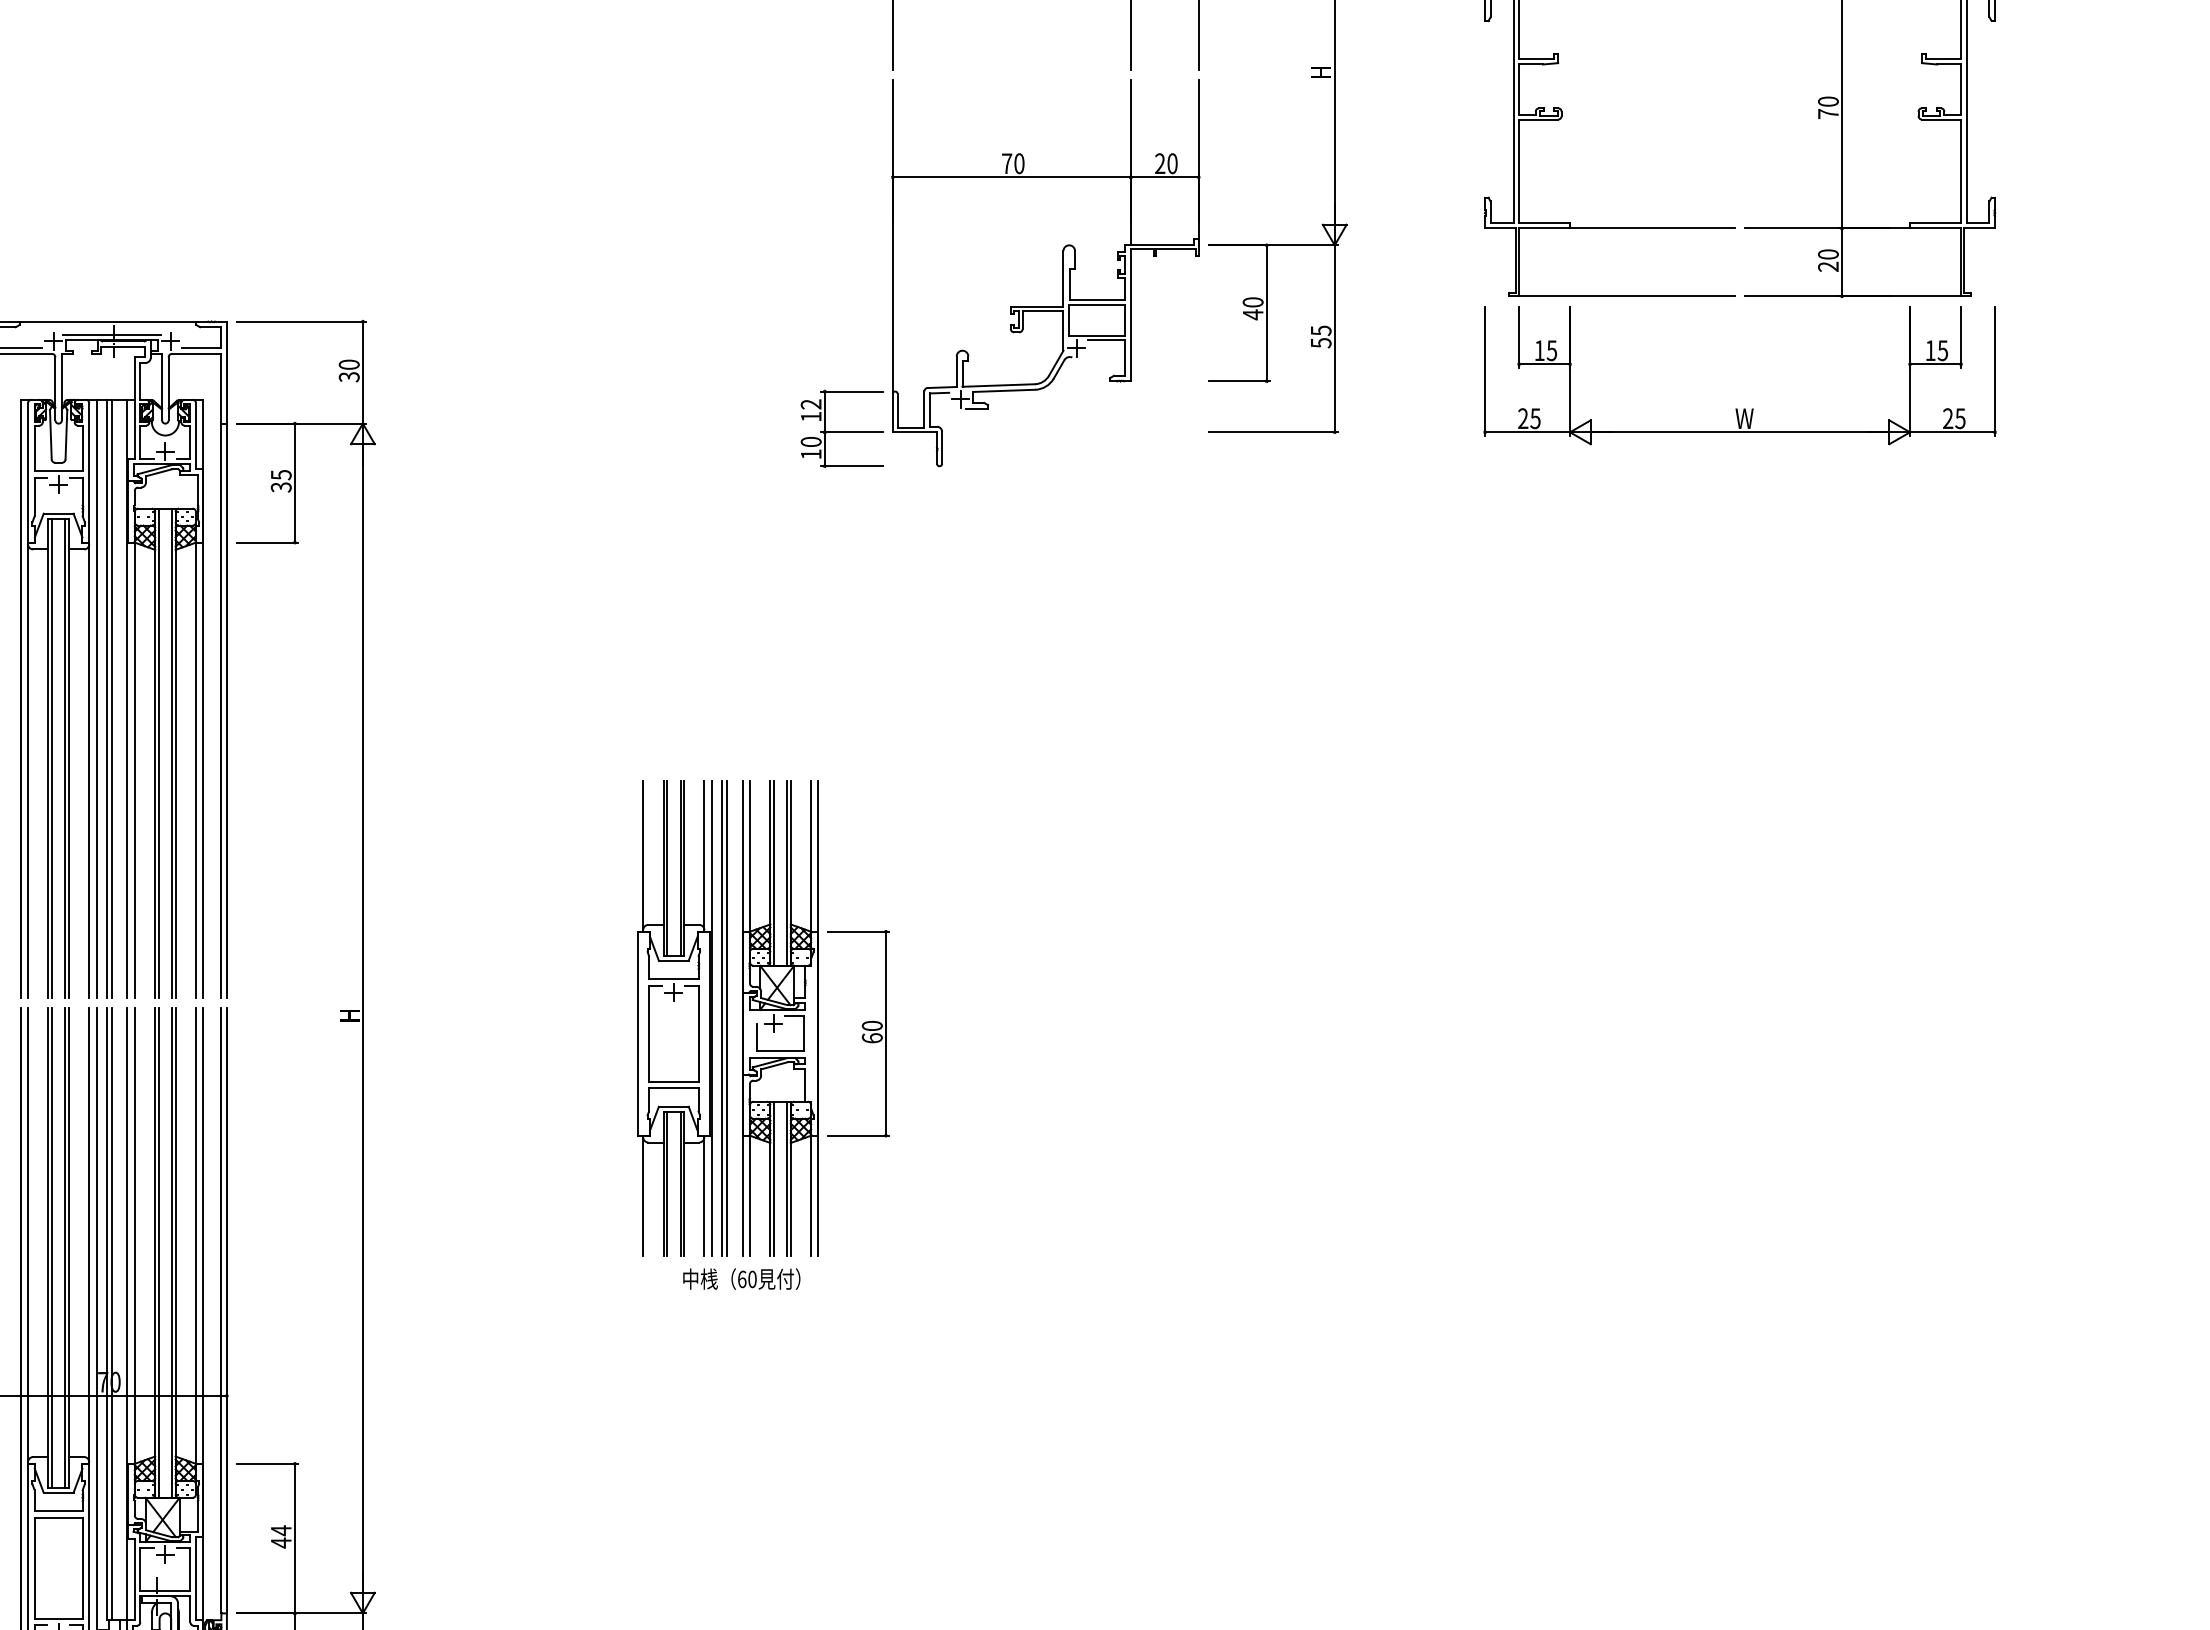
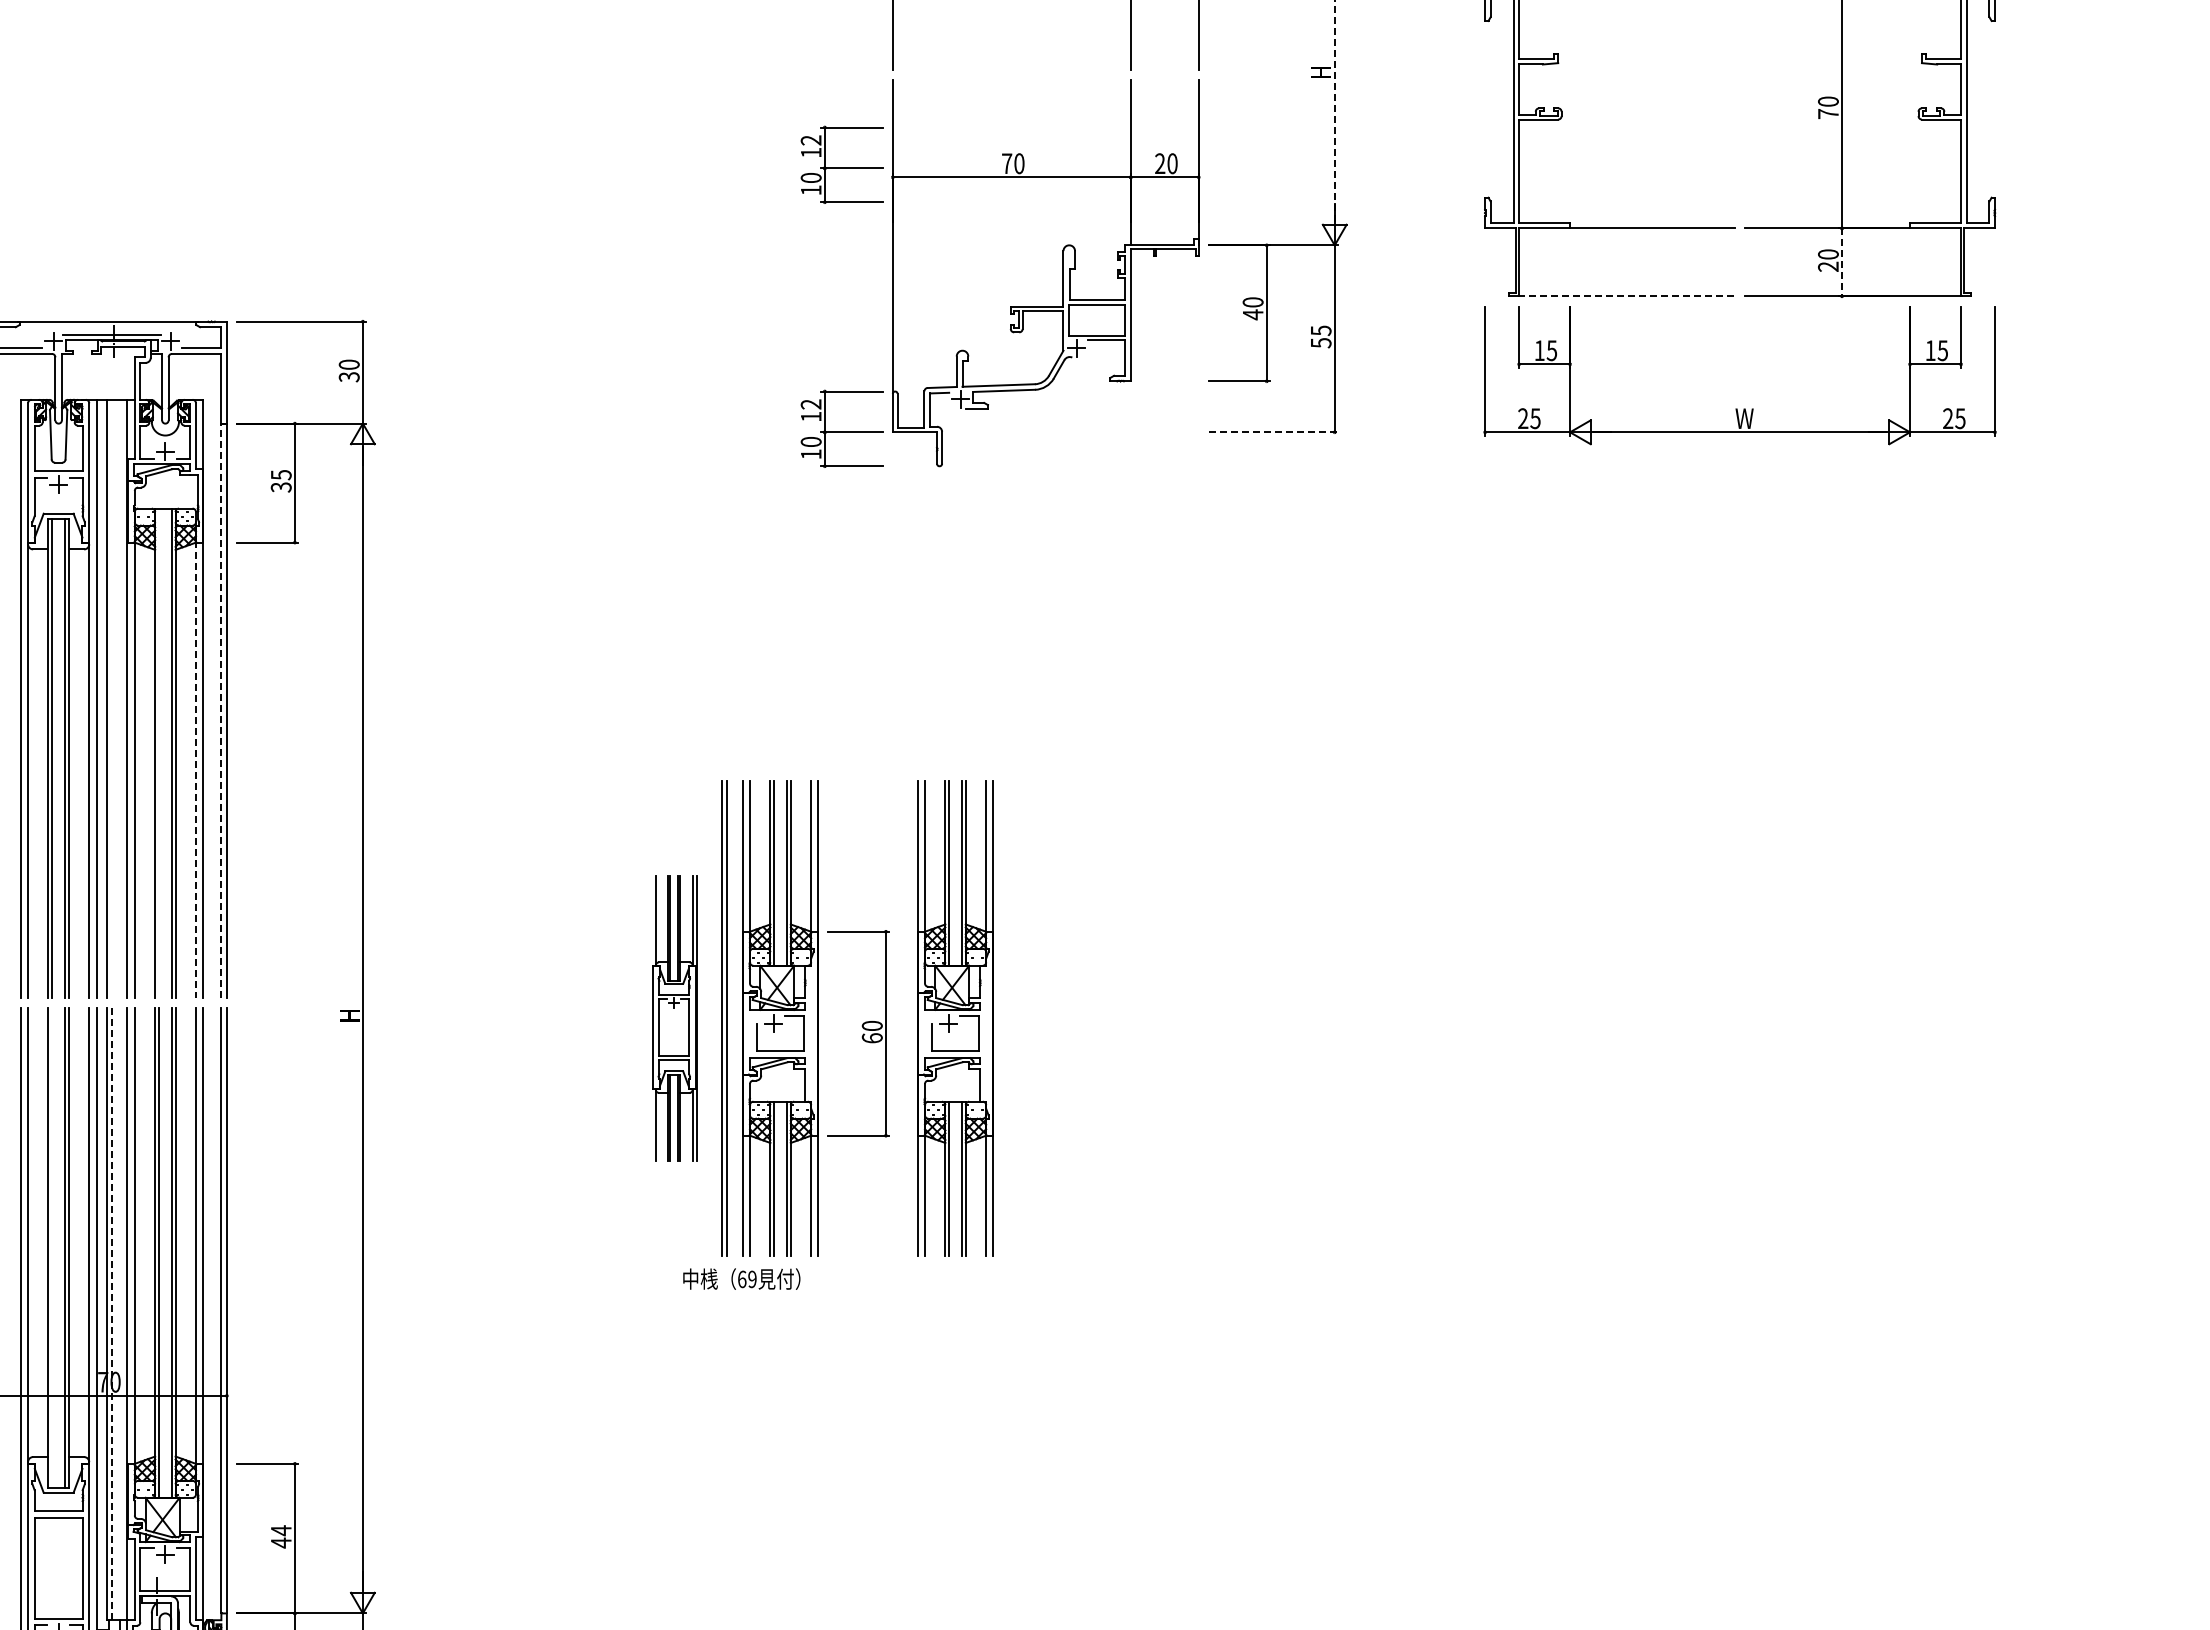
line at (1334, 110): solid -> dashed
part at (841, 164): none -> present
line at (1842, 262): solid -> dashed
line at (1627, 296): solid -> dashed
line at (1273, 432): solid -> dashed
line at (112, 698): present -> none
line at (221, 710): solid -> dashed
line at (158, 753): present -> none
line at (195, 769): solid -> dashed
part at (674, 1018) size: 76x477 px -> 46x287 px
part at (955, 1018): none -> present
line at (51, 1247): present -> none
text at (752, 1279): 60 -> 69
line at (112, 1314): solid -> dashed
